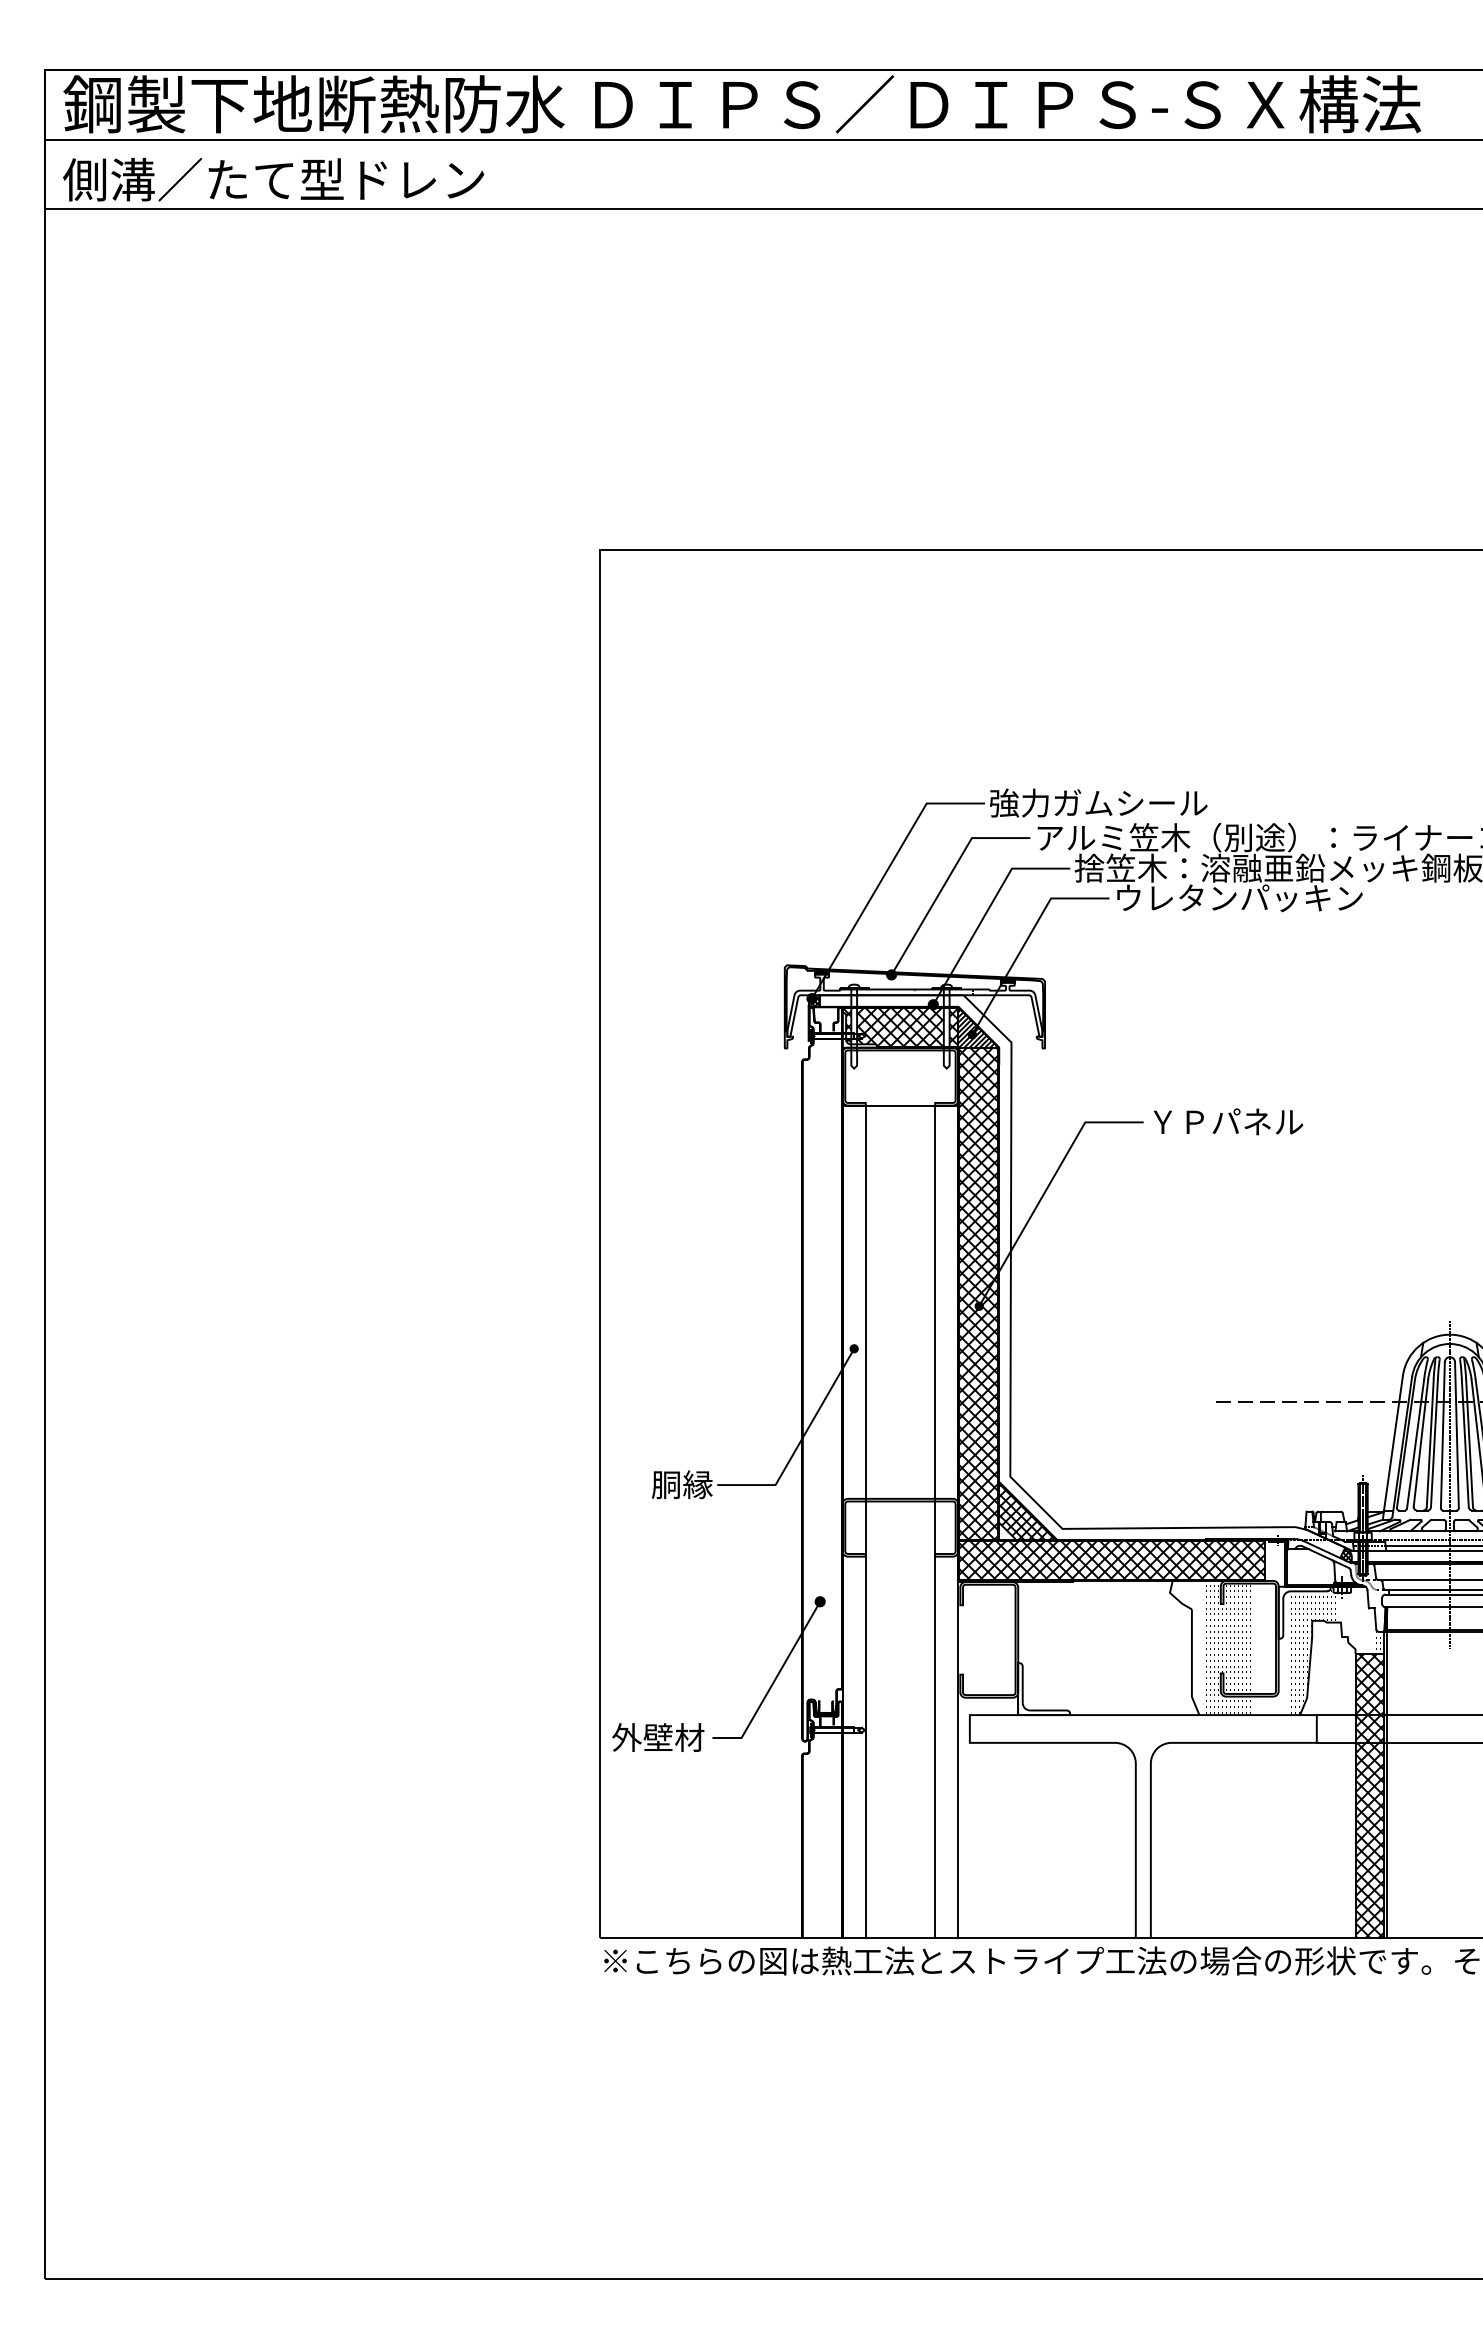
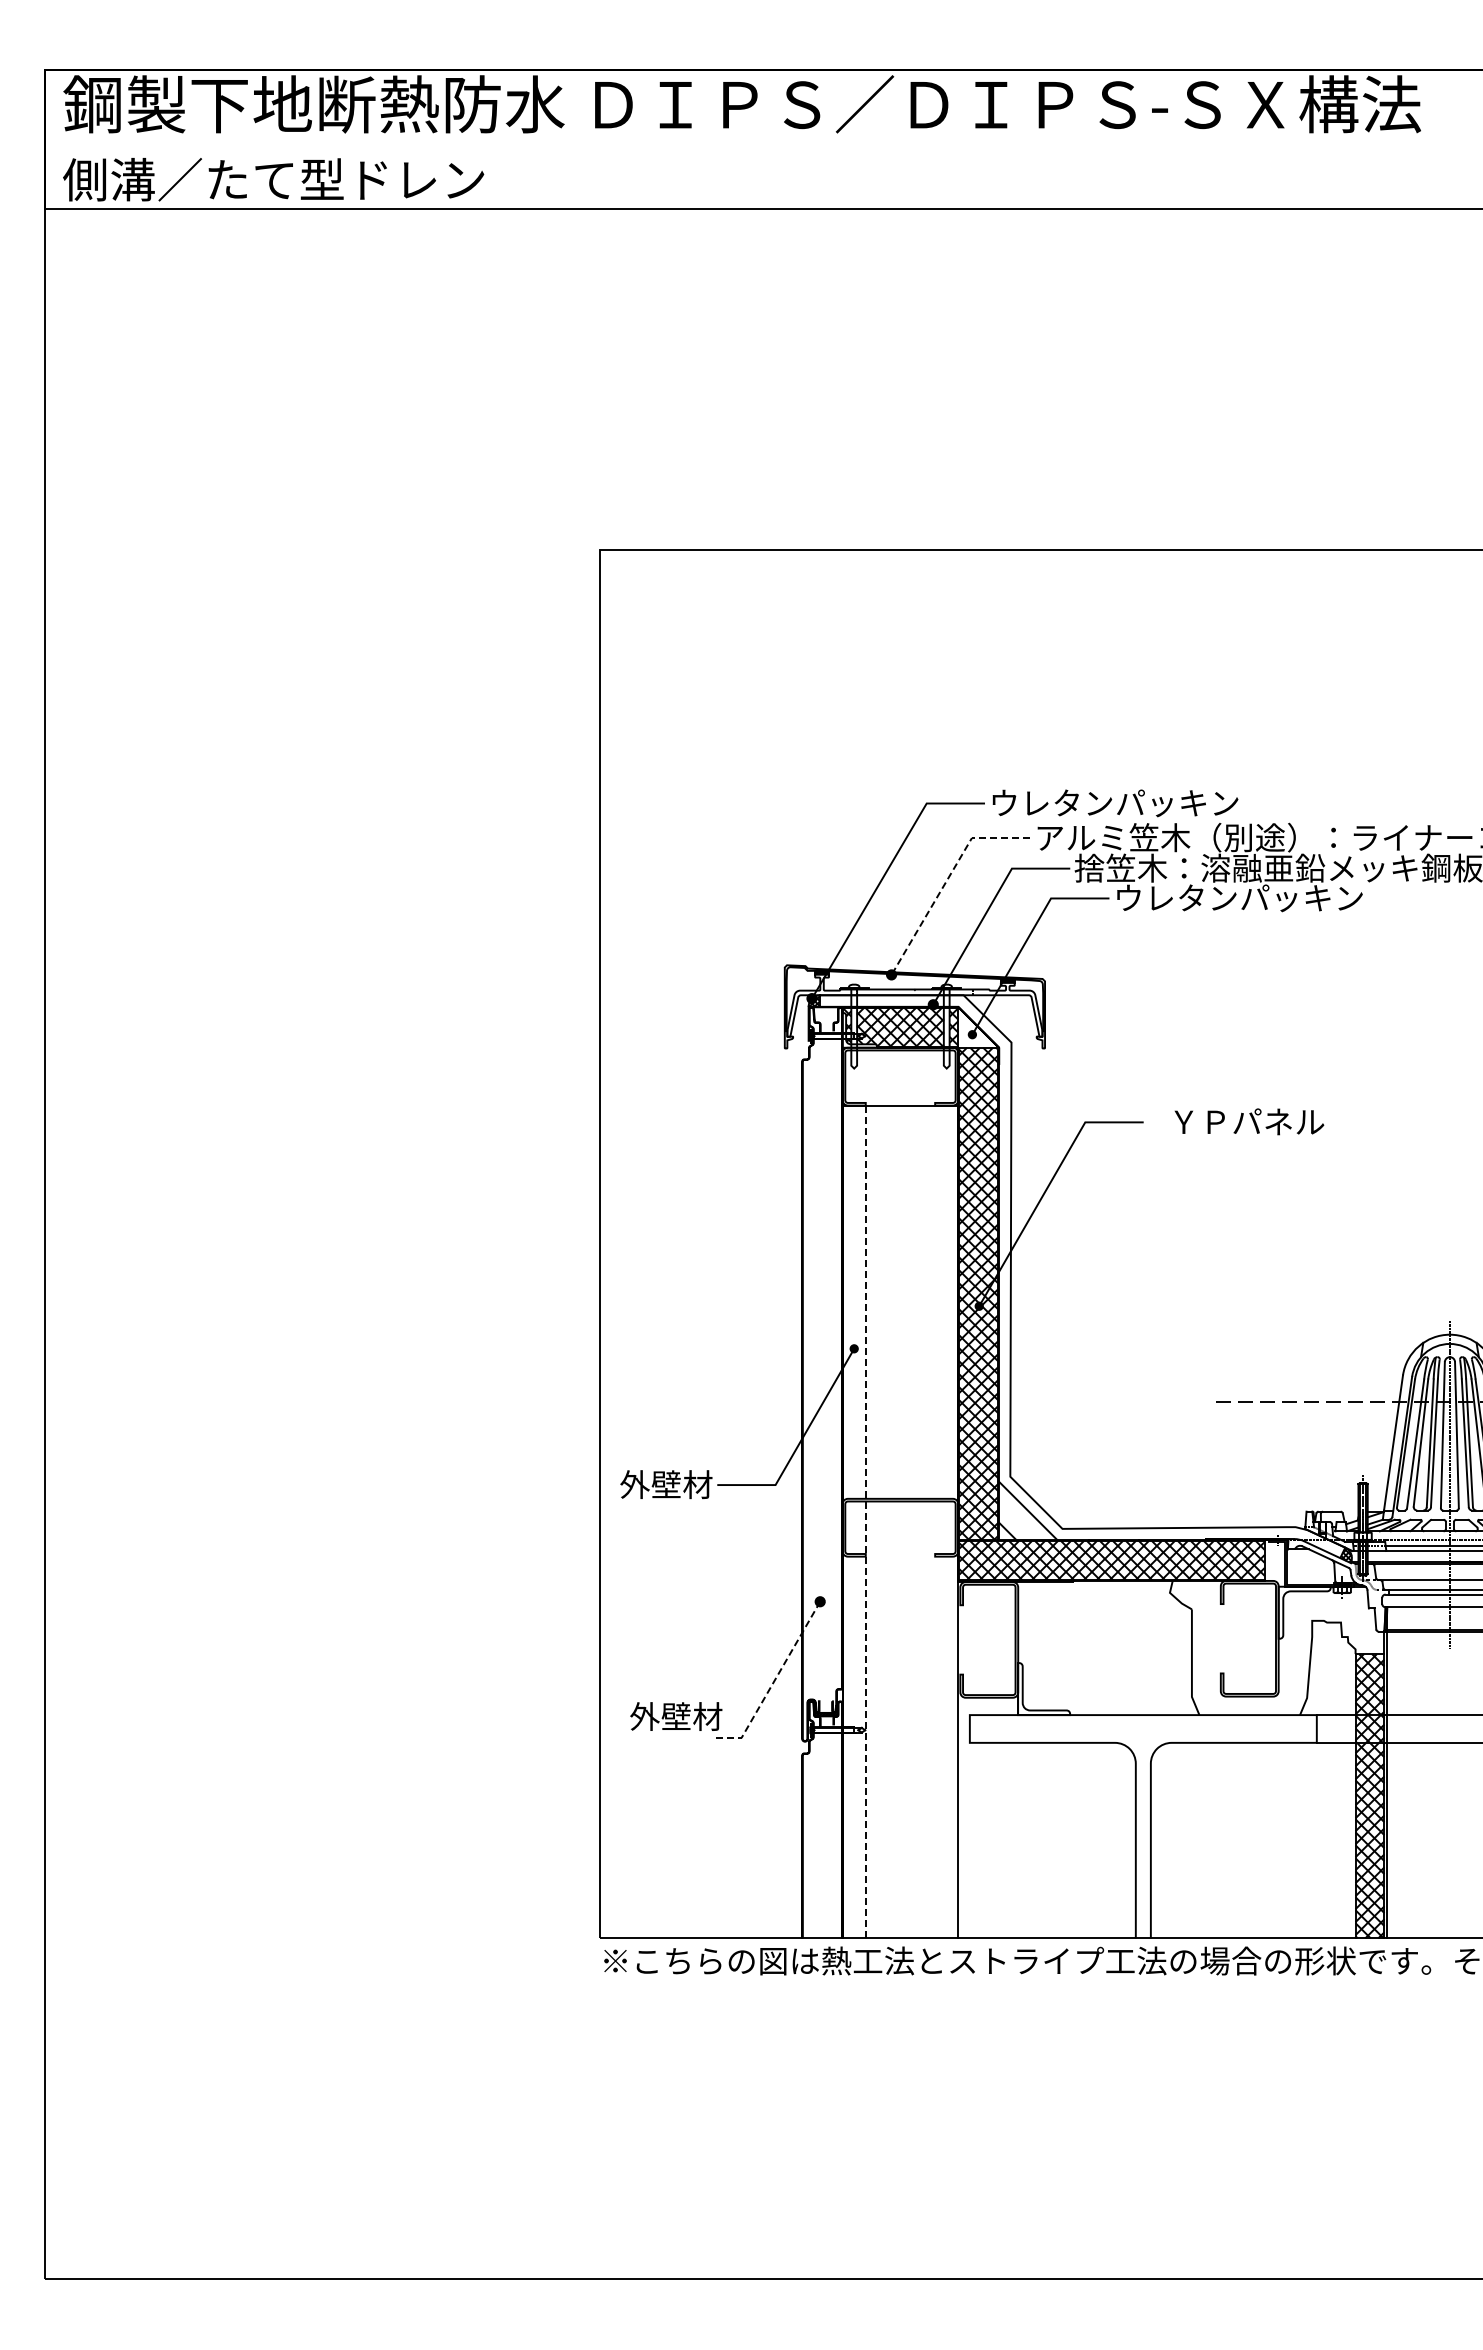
line at (761, 139): present -> none
text at (1114, 802): 強力ガムシール -> ウレタンパッキン
line at (946, 881): solid -> dashed
hatch at (977, 1028): present -> none
text at (1228, 1121) position: (1228, 1121) -> (1249, 1121)
text at (666, 1484): 胴縁 -> 外壁材
hatch at (1026, 1511): present -> none
line at (935, 1521): present -> none
line at (865, 1522): solid -> dashed
hatch at (1278, 1648): present -> none
line at (772, 1683): solid -> dashed
text at (658, 1737) position: (658, 1737) -> (676, 1716)
